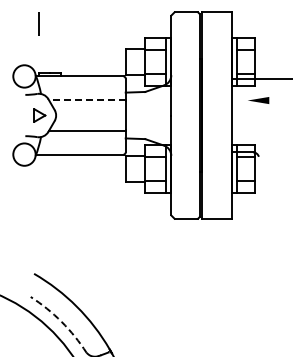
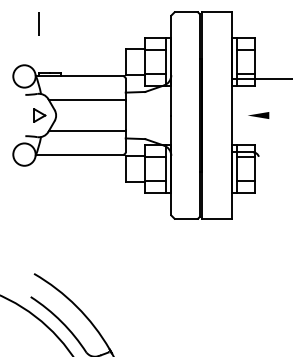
line at (87, 99): dashed -> solid
part at (258, 100) position: (258, 100) -> (258, 115)
arc at (61, 321): dashed -> solid
